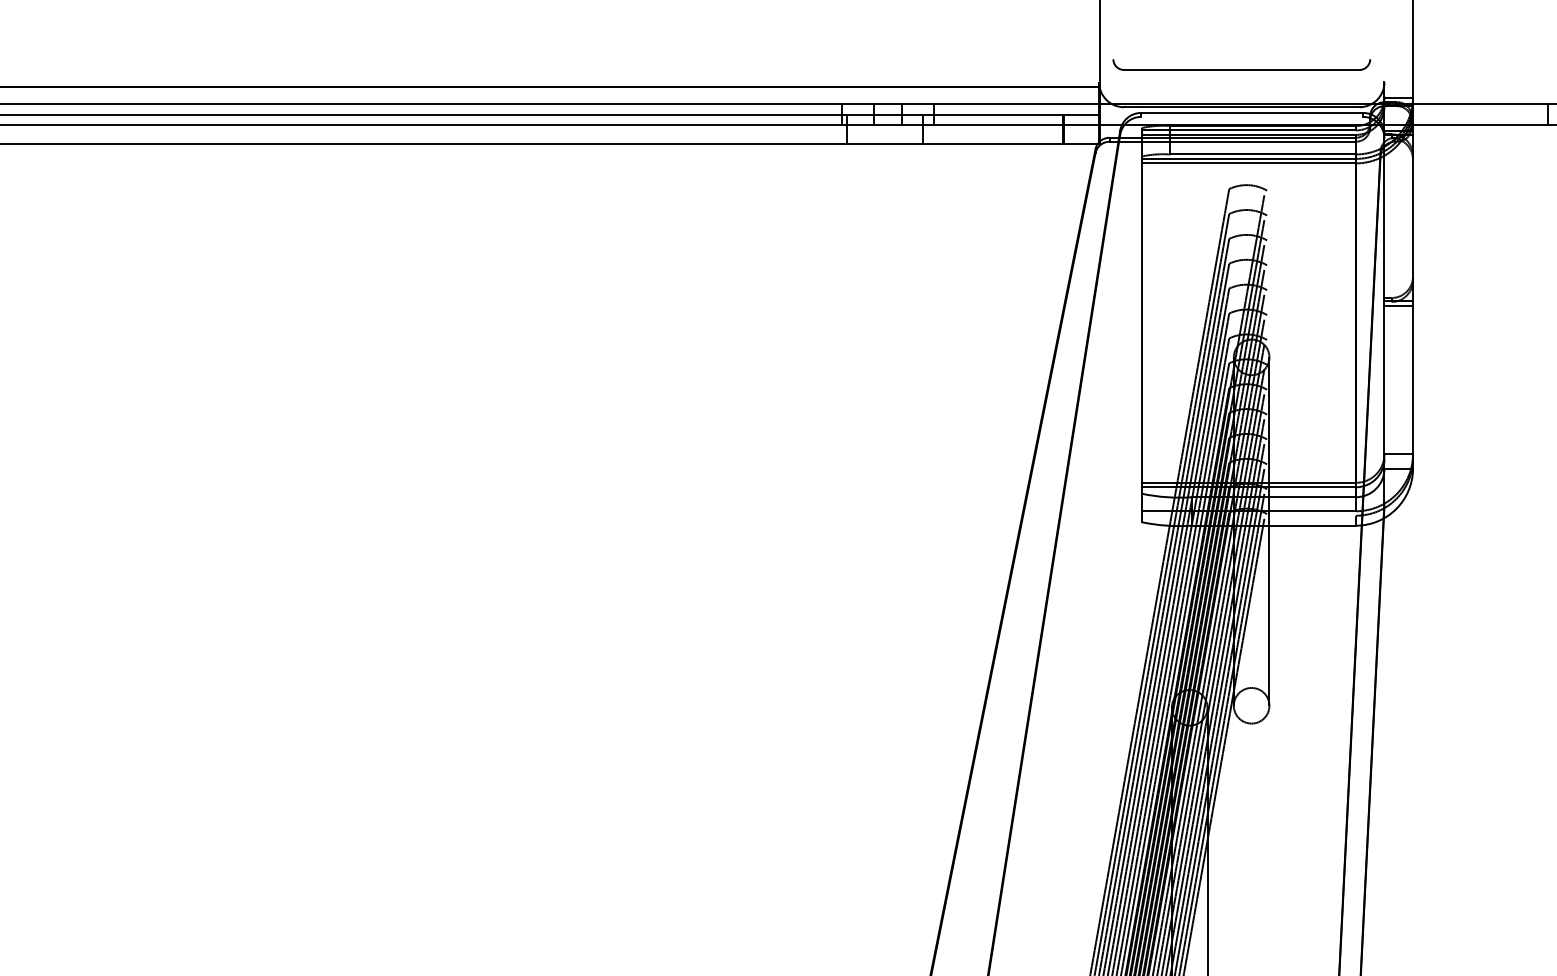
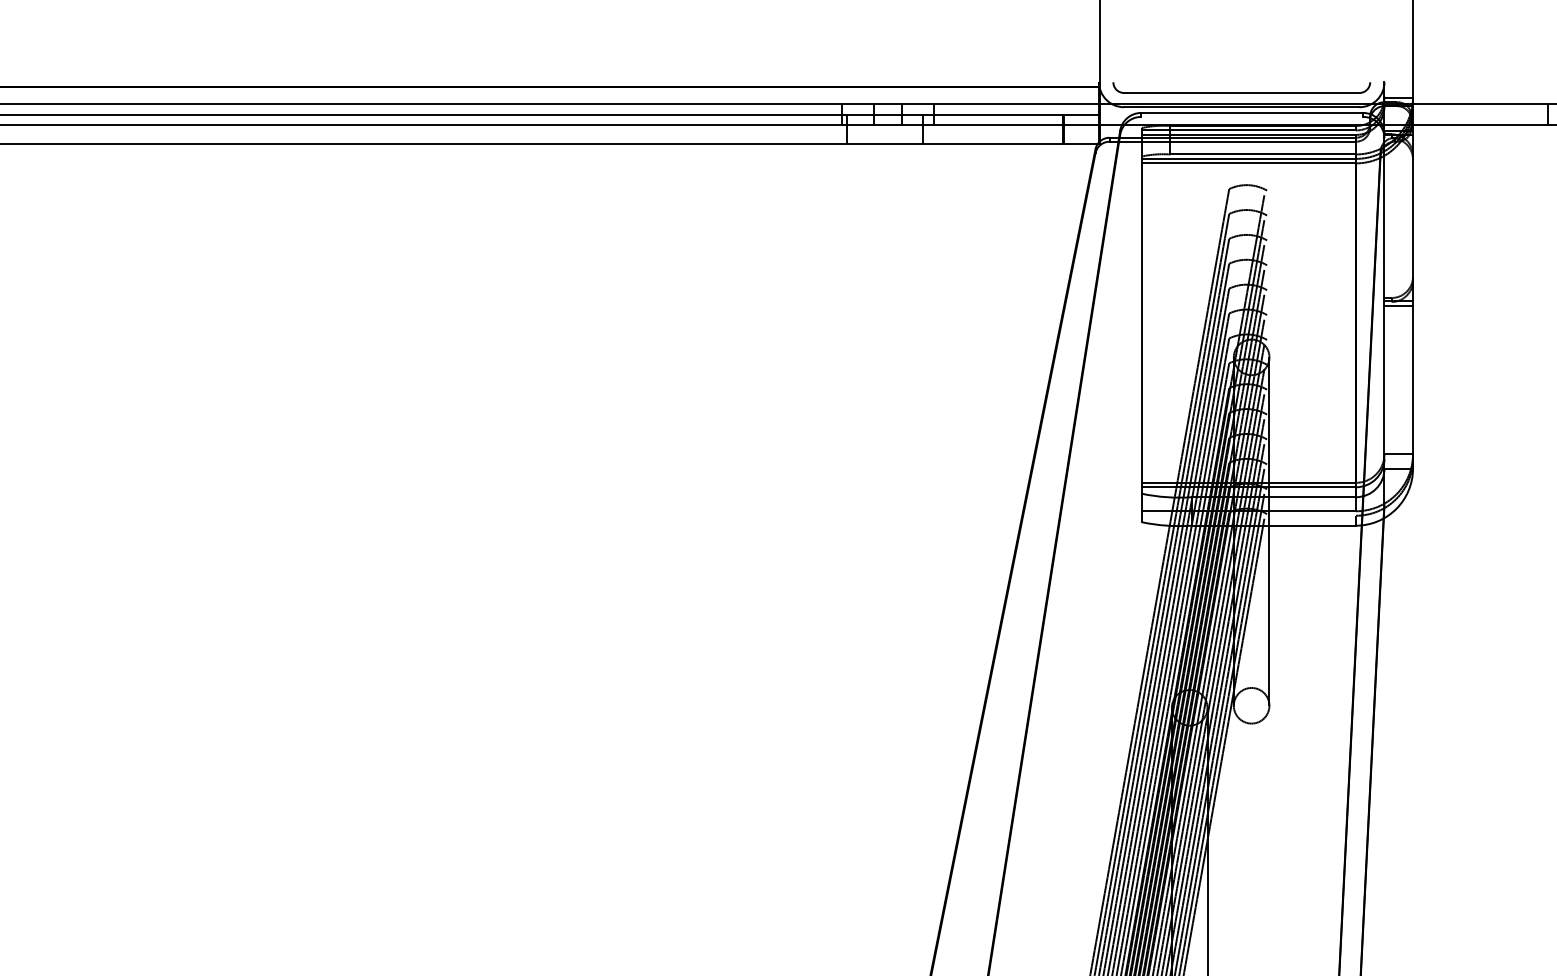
part at (1241, 64) position: (1241, 64) -> (1241, 87)
